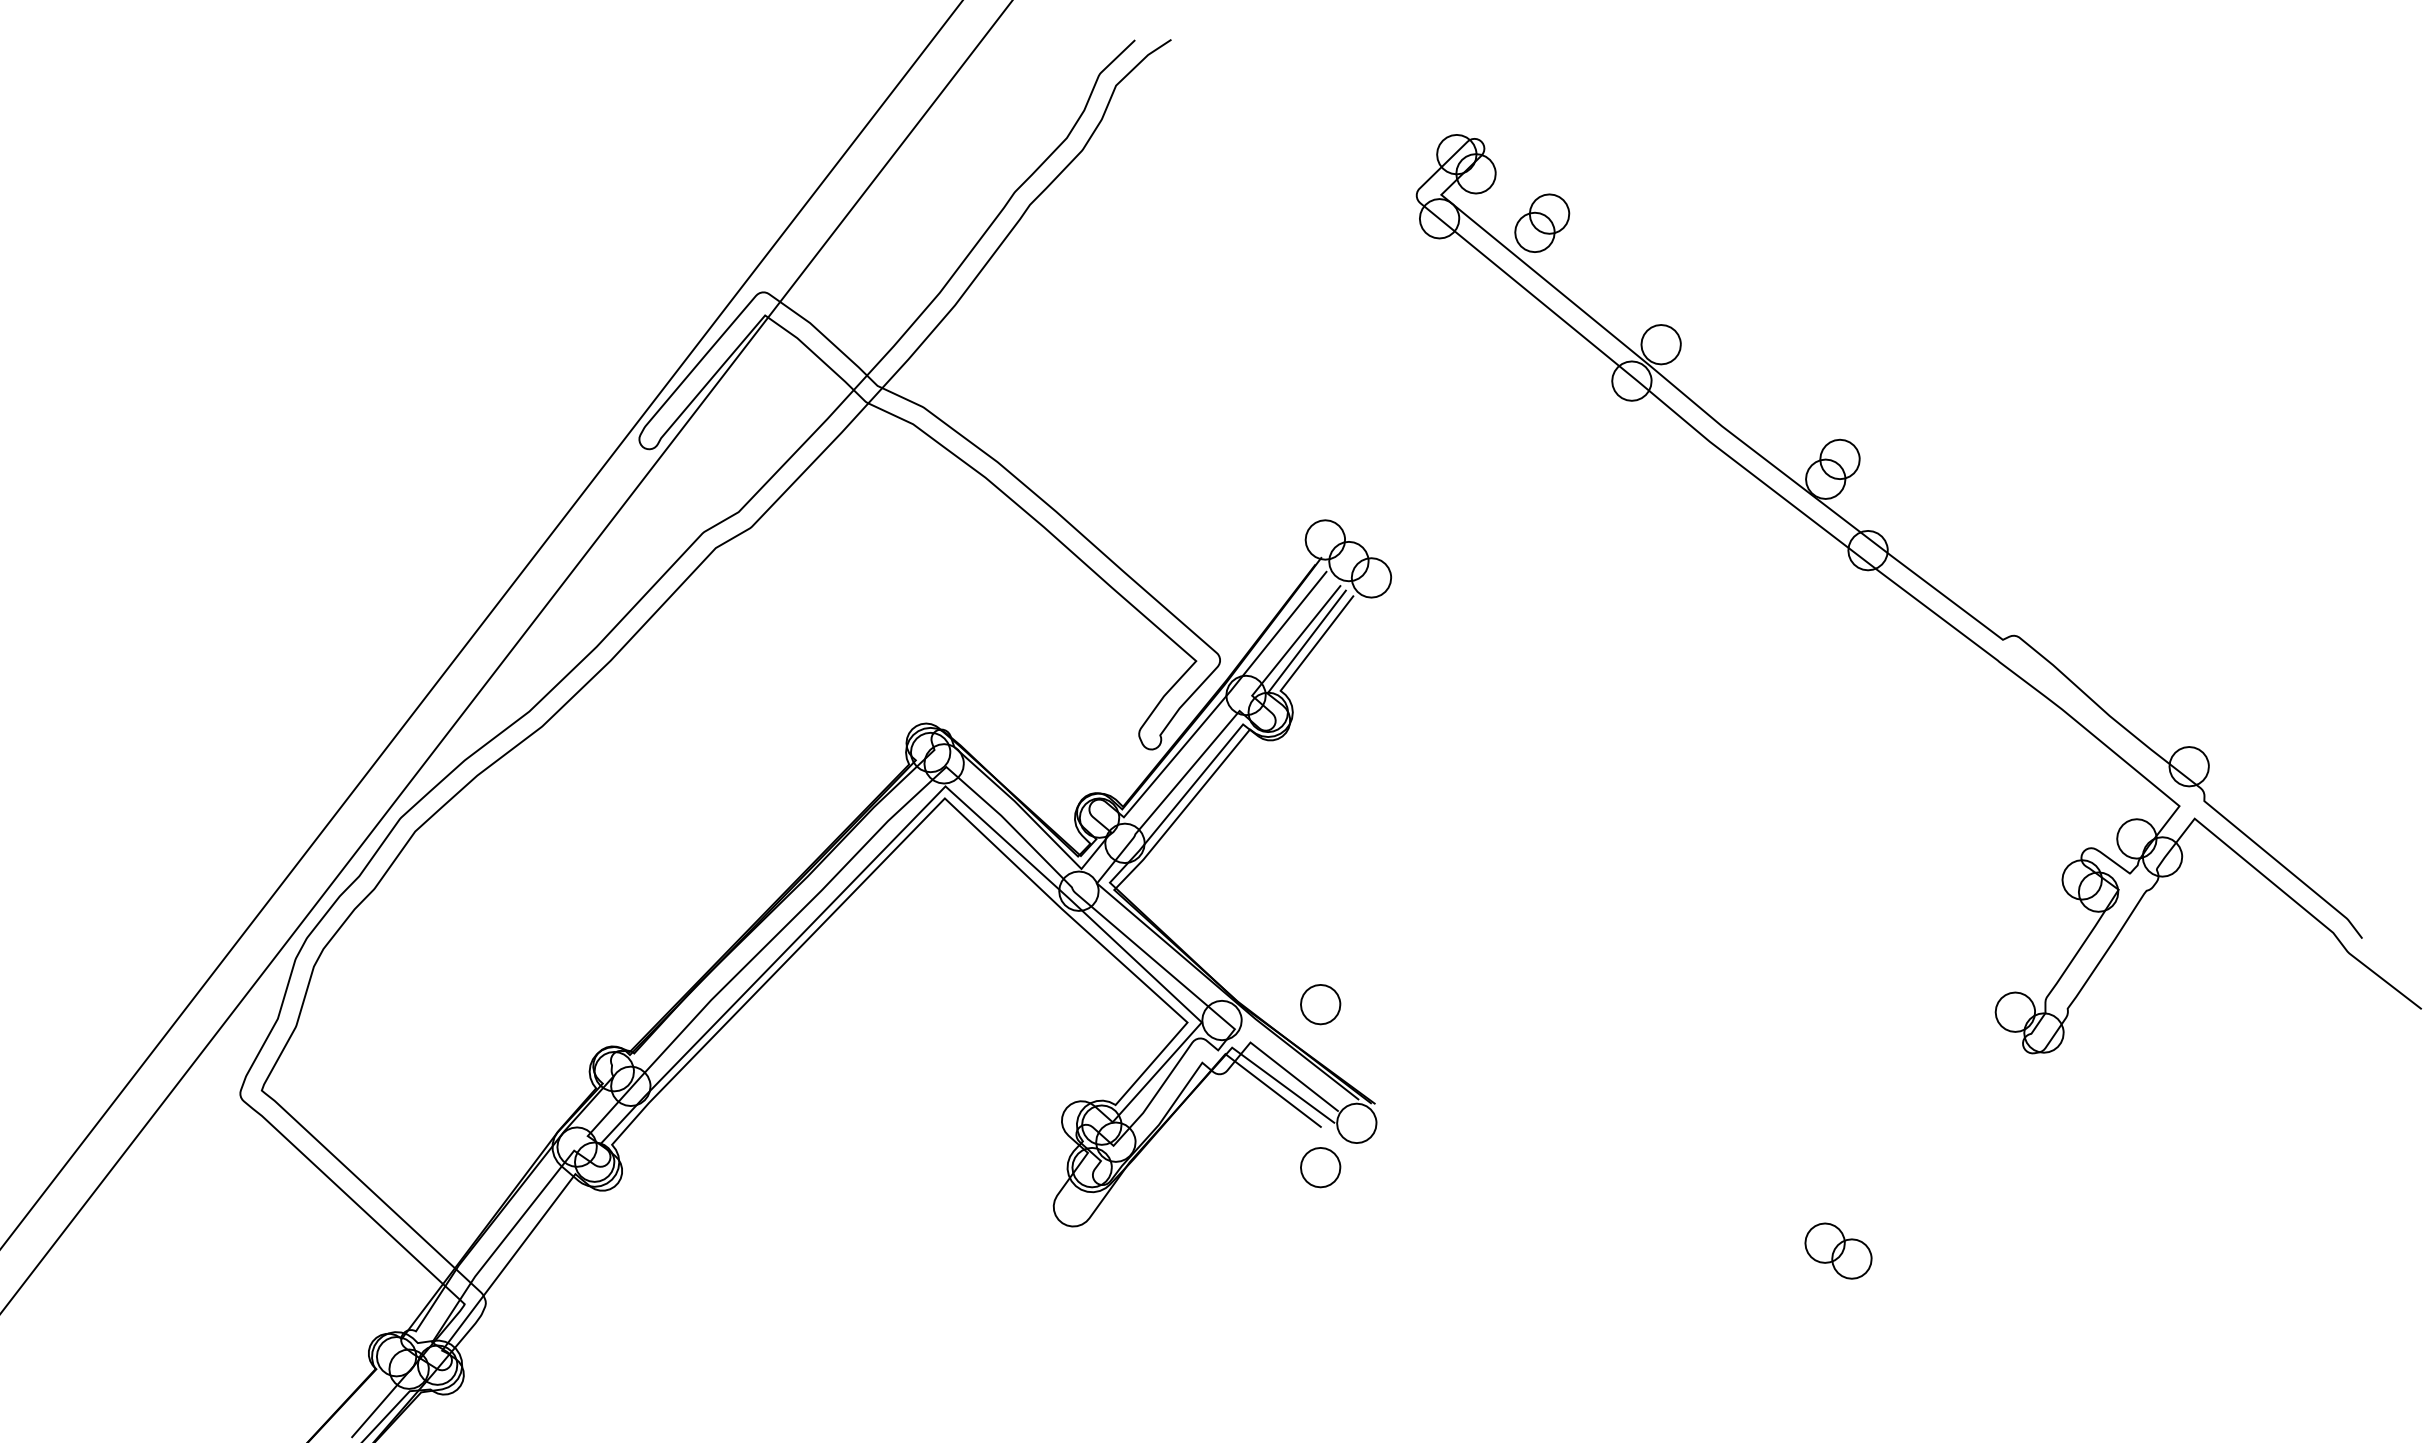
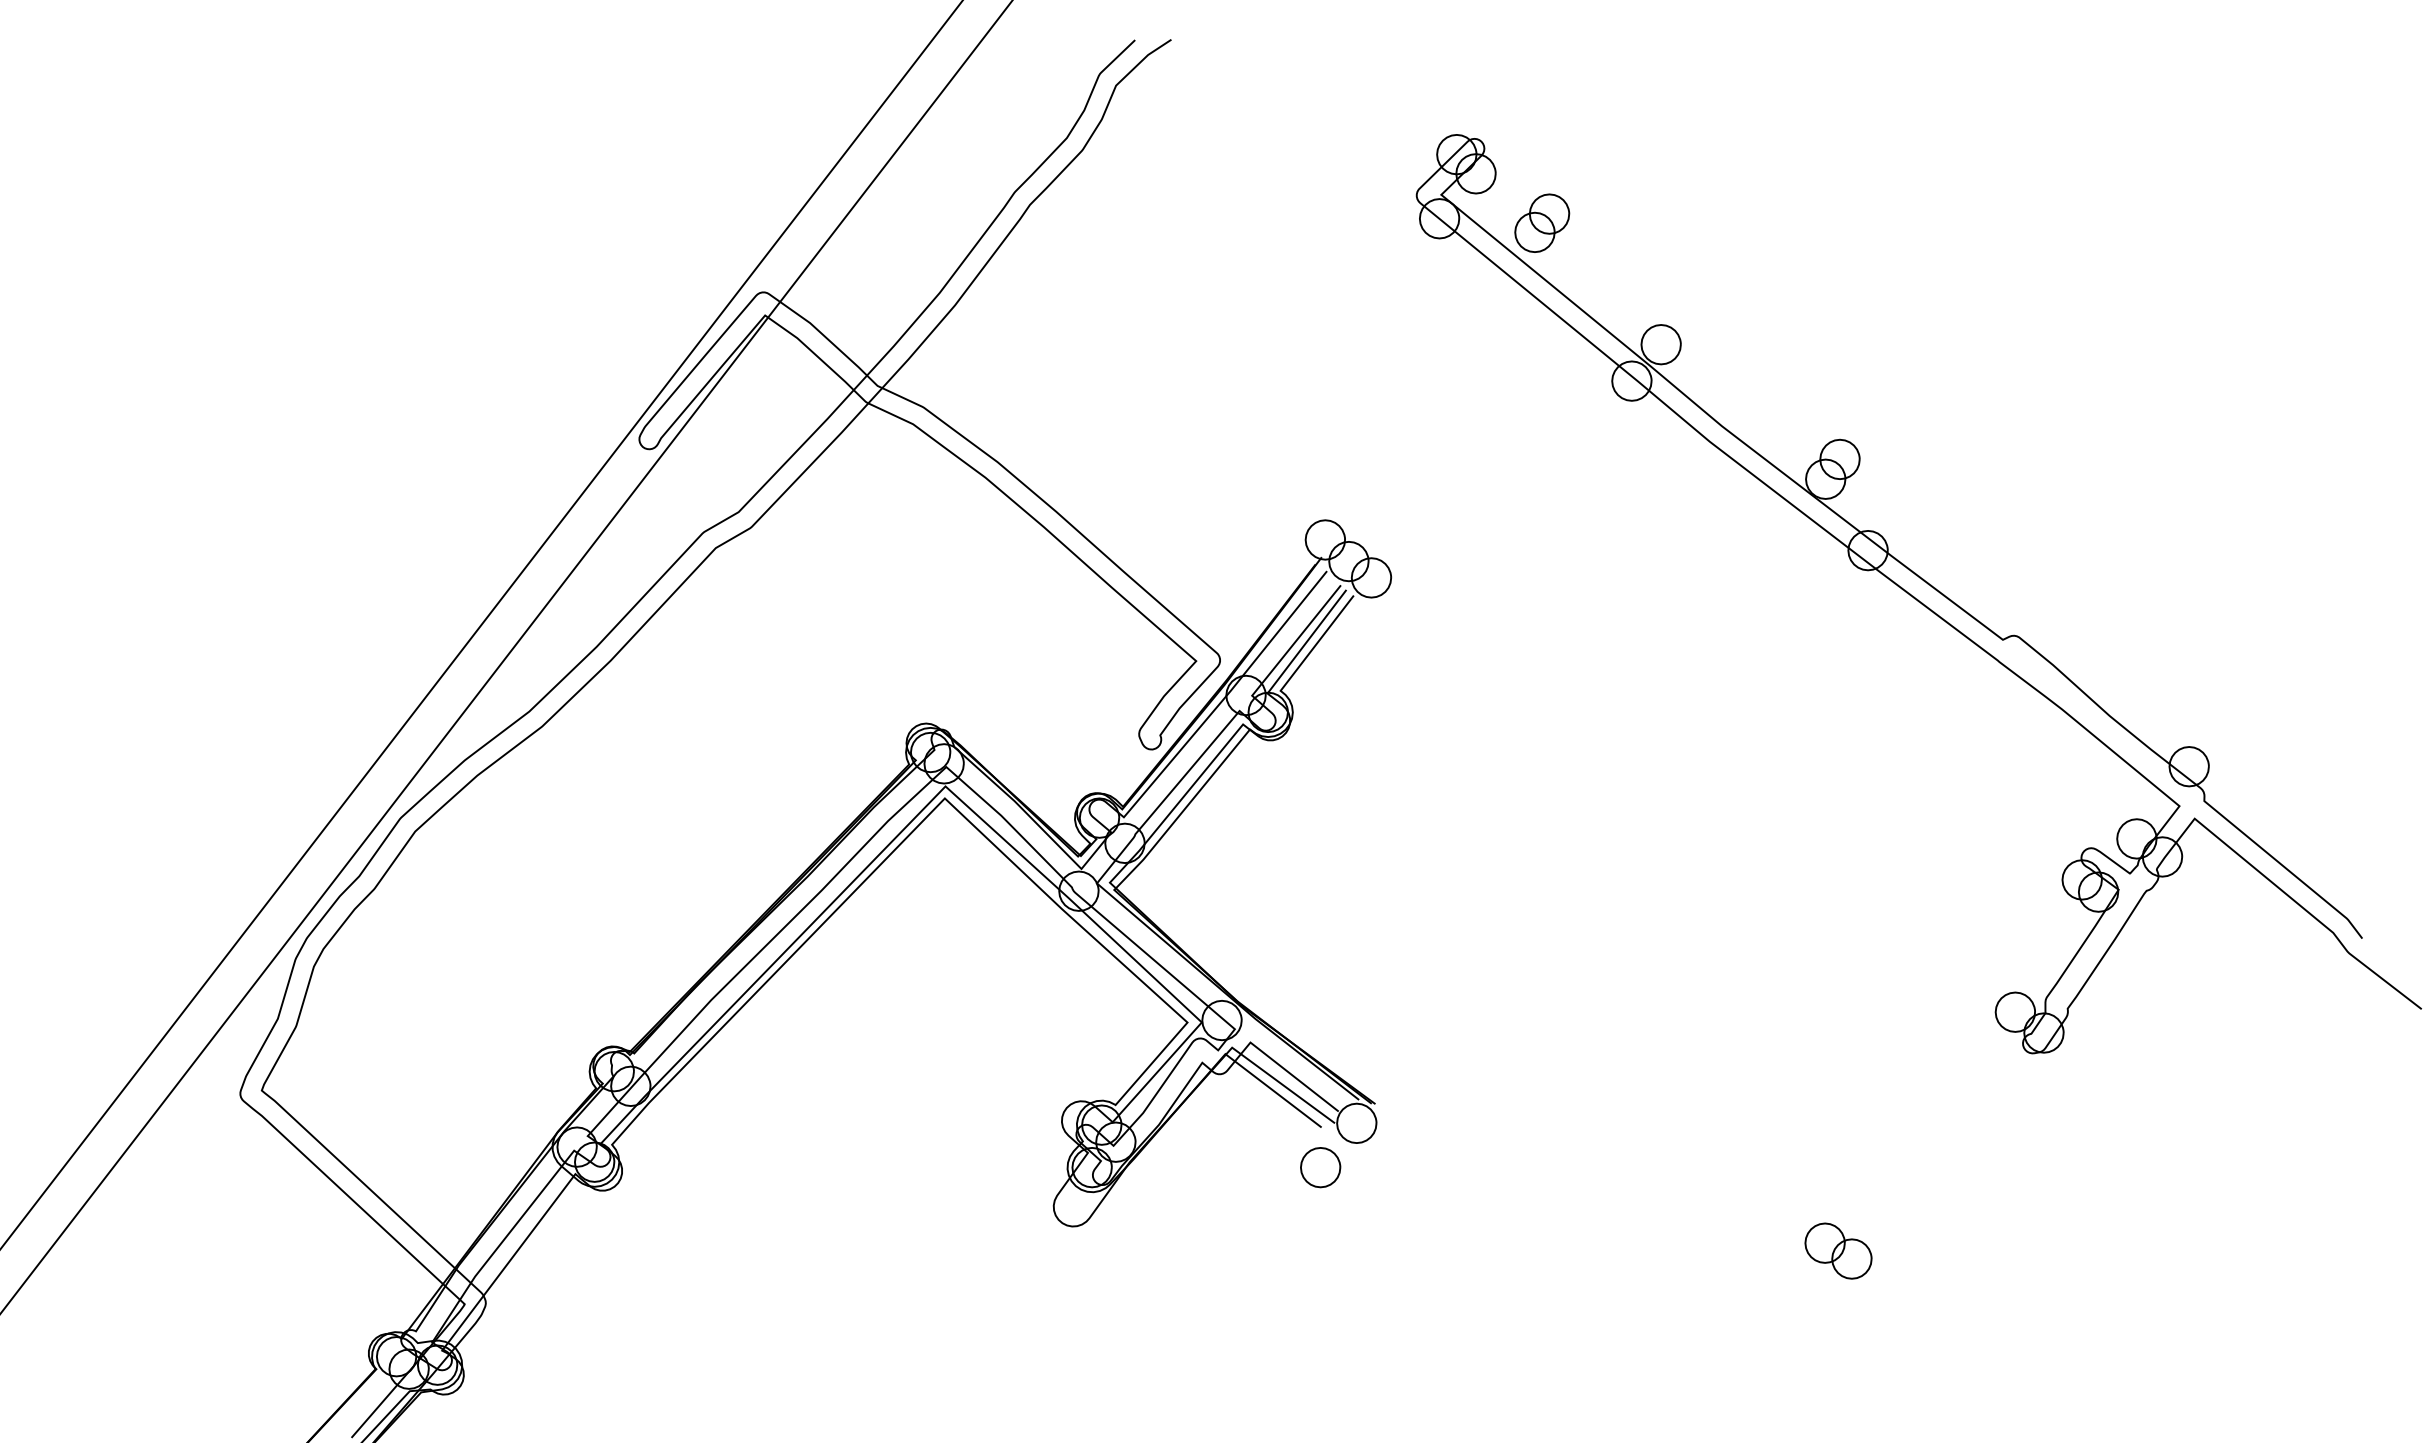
part at (1320, 1004): present -> none
